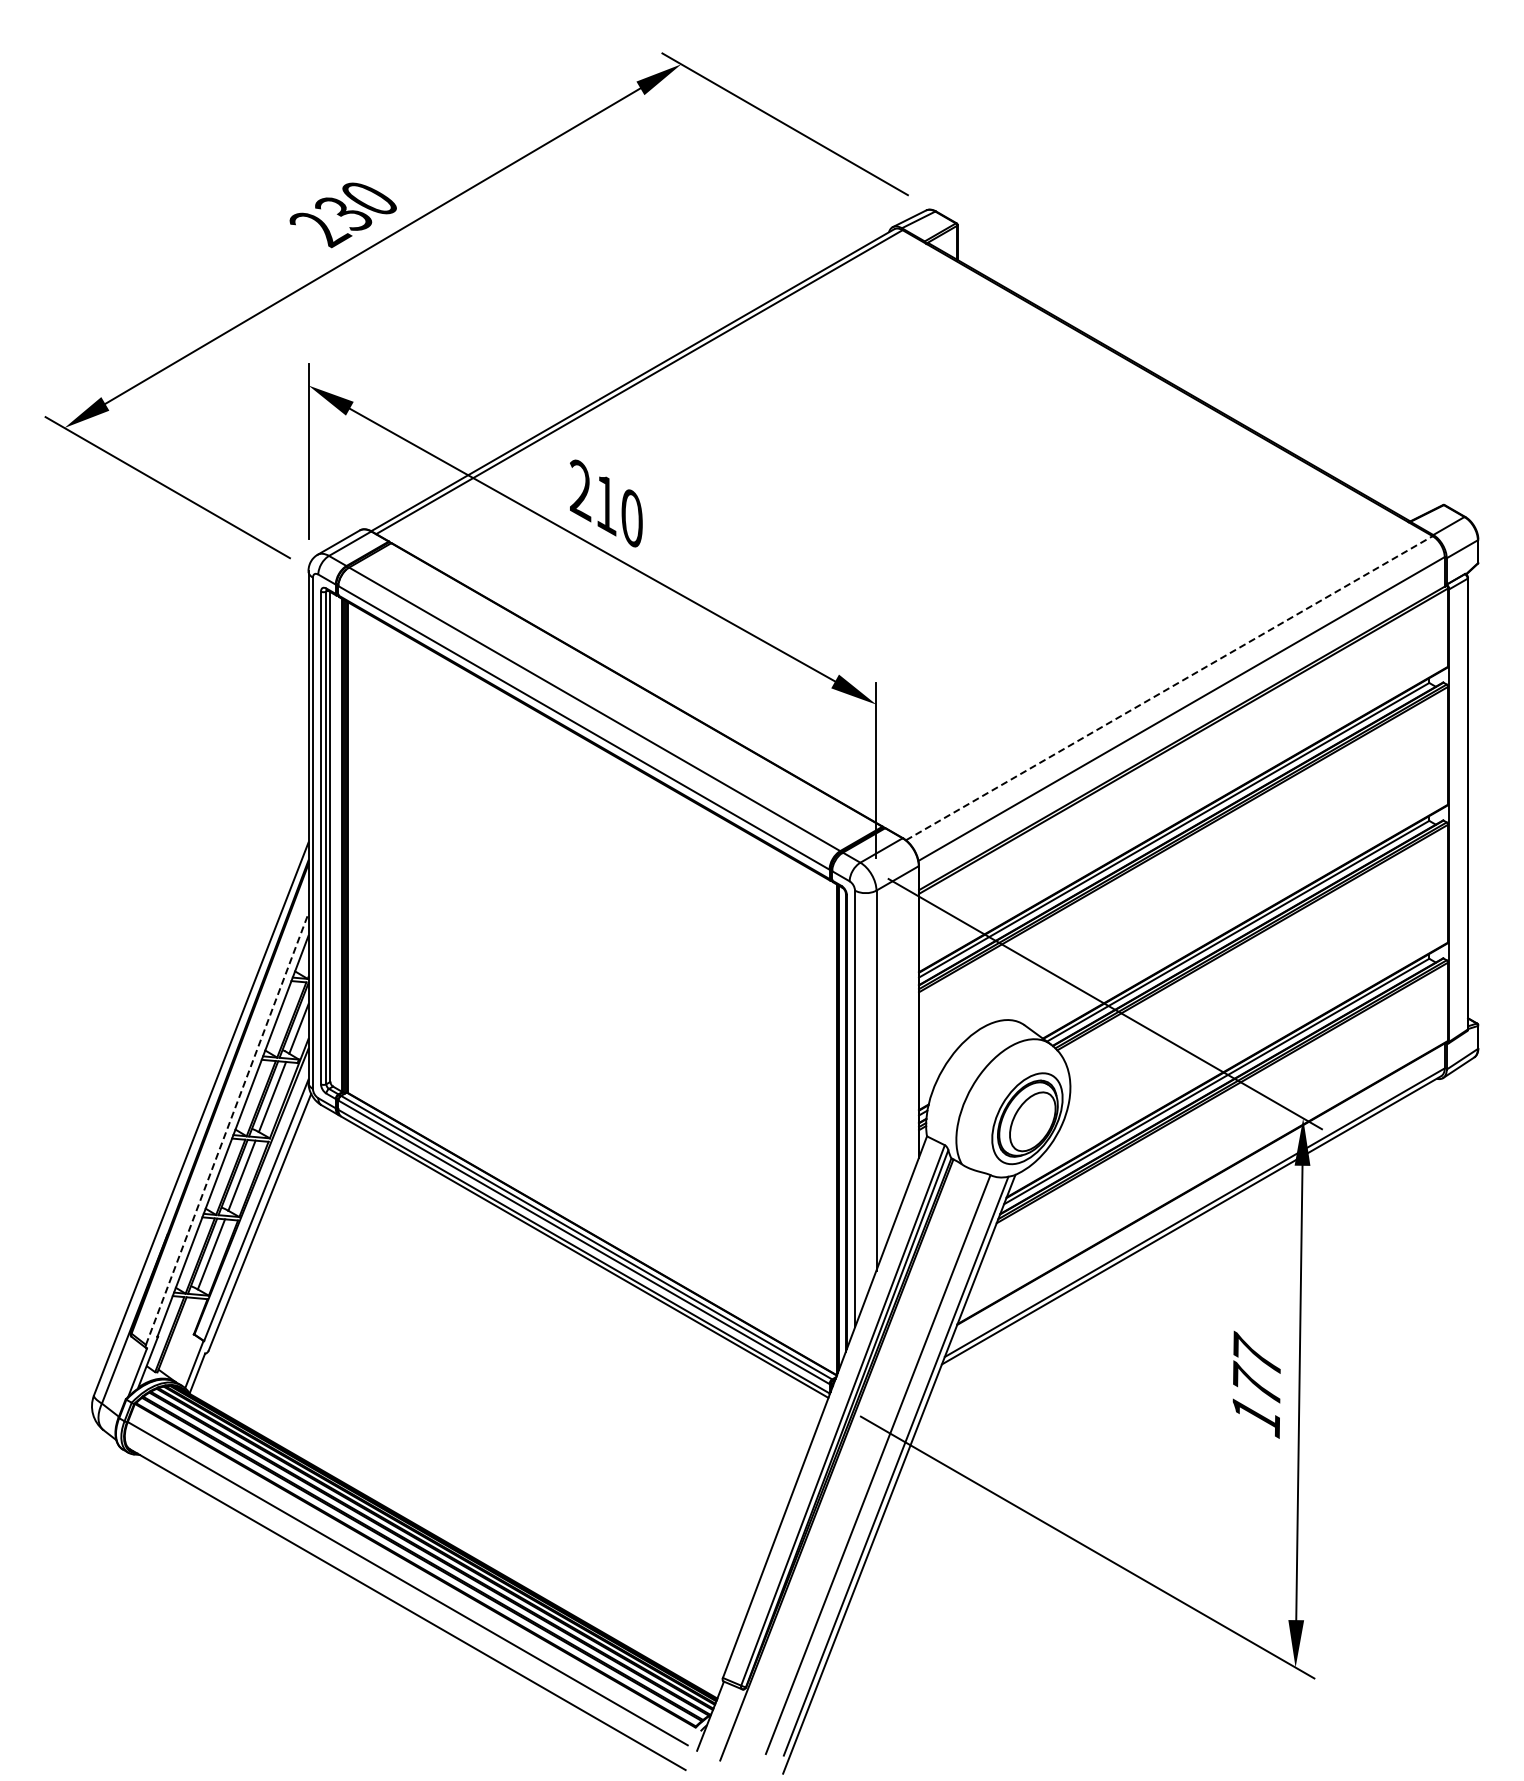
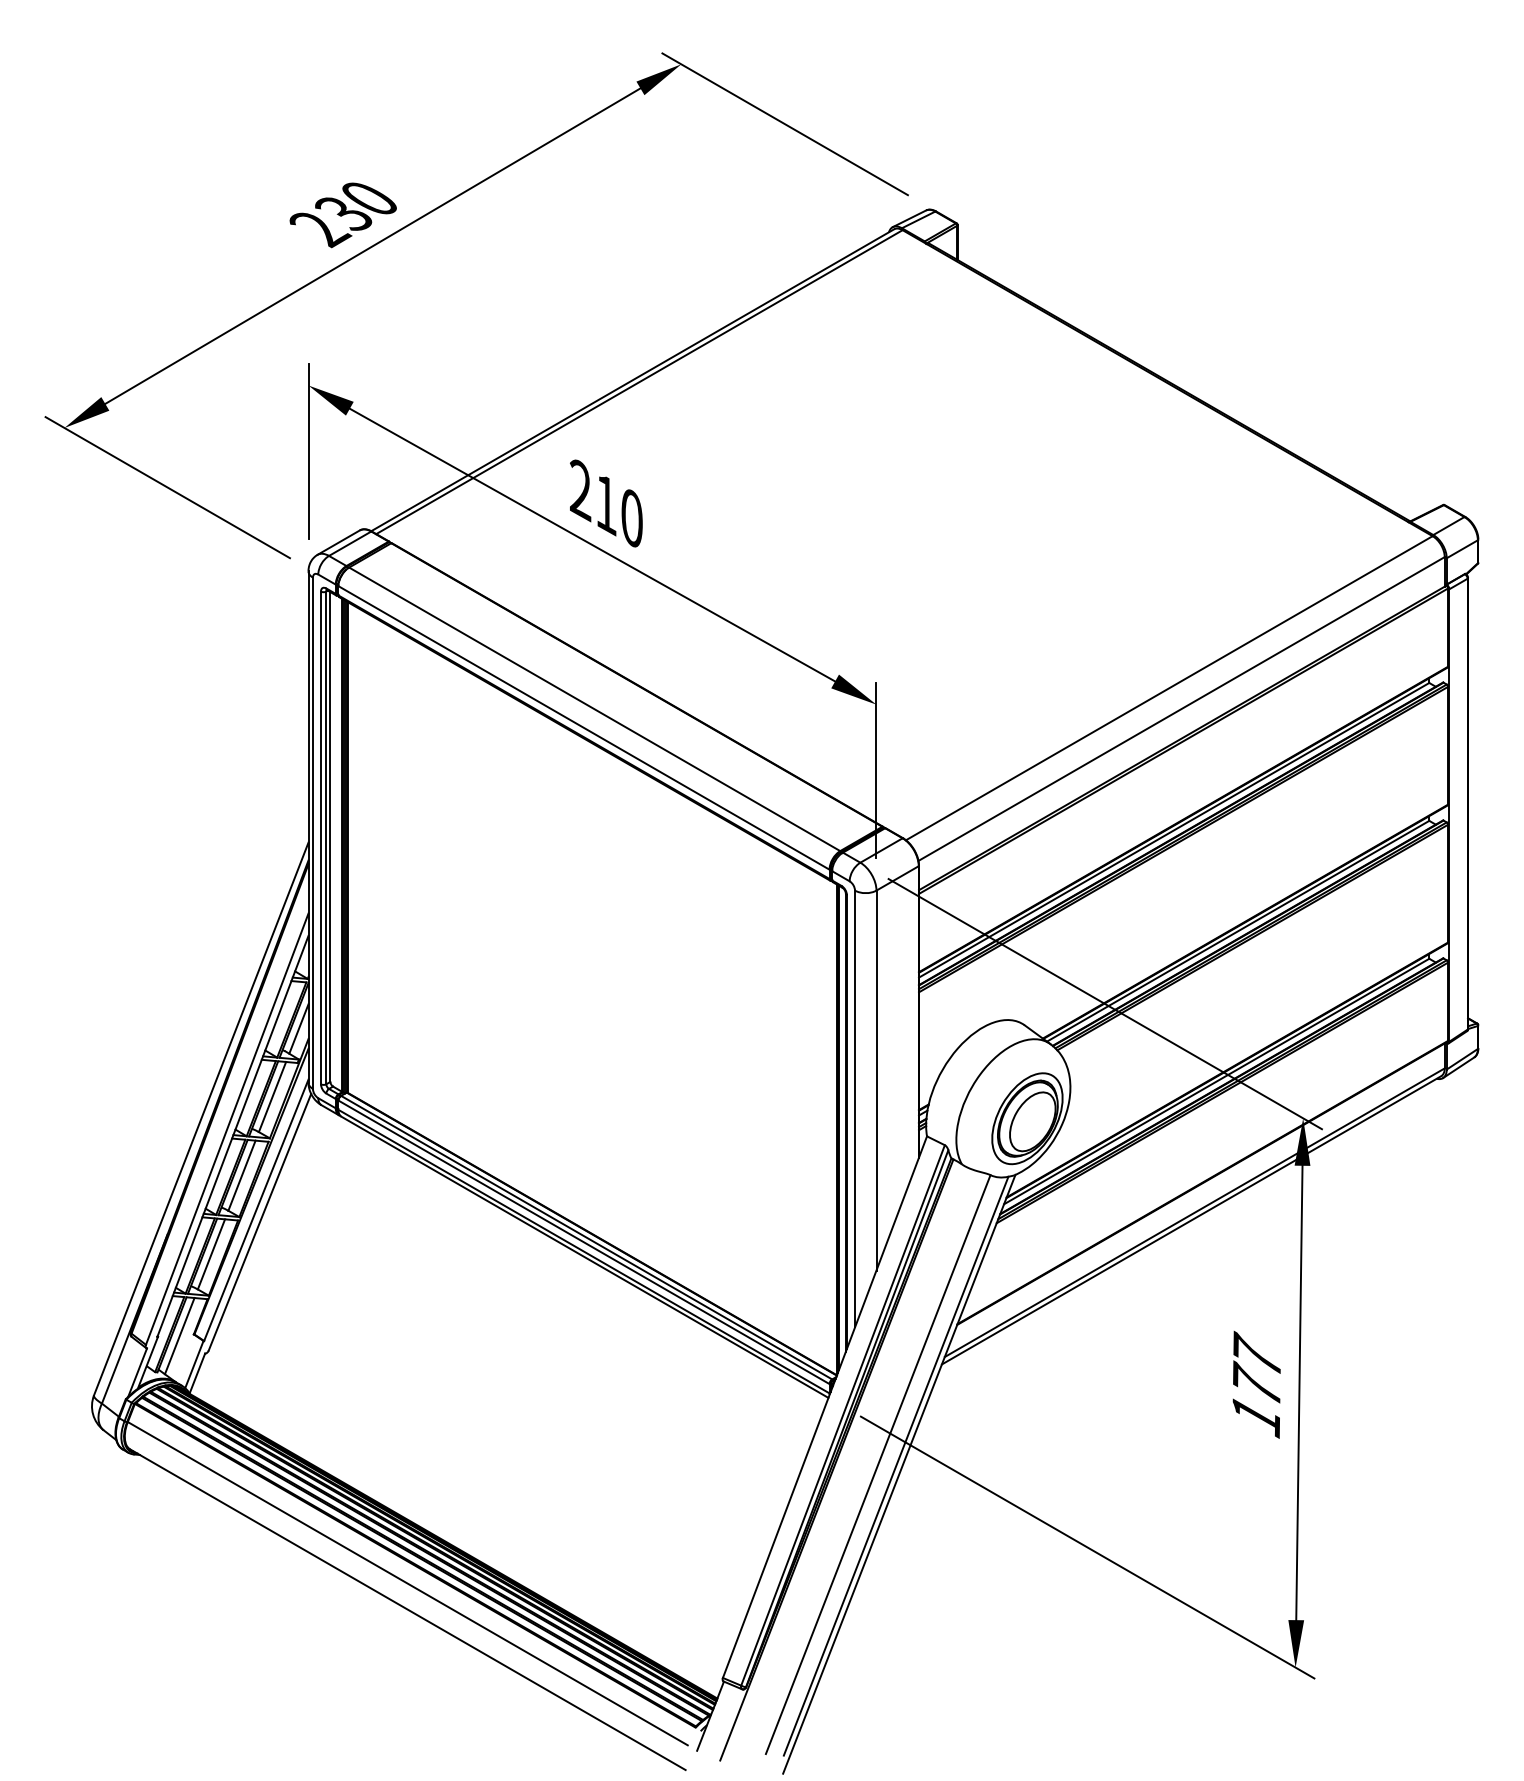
line at (1169, 687): dashed -> solid
line at (227, 1128): dashed -> solid
line at (179, 1336): none -> present
